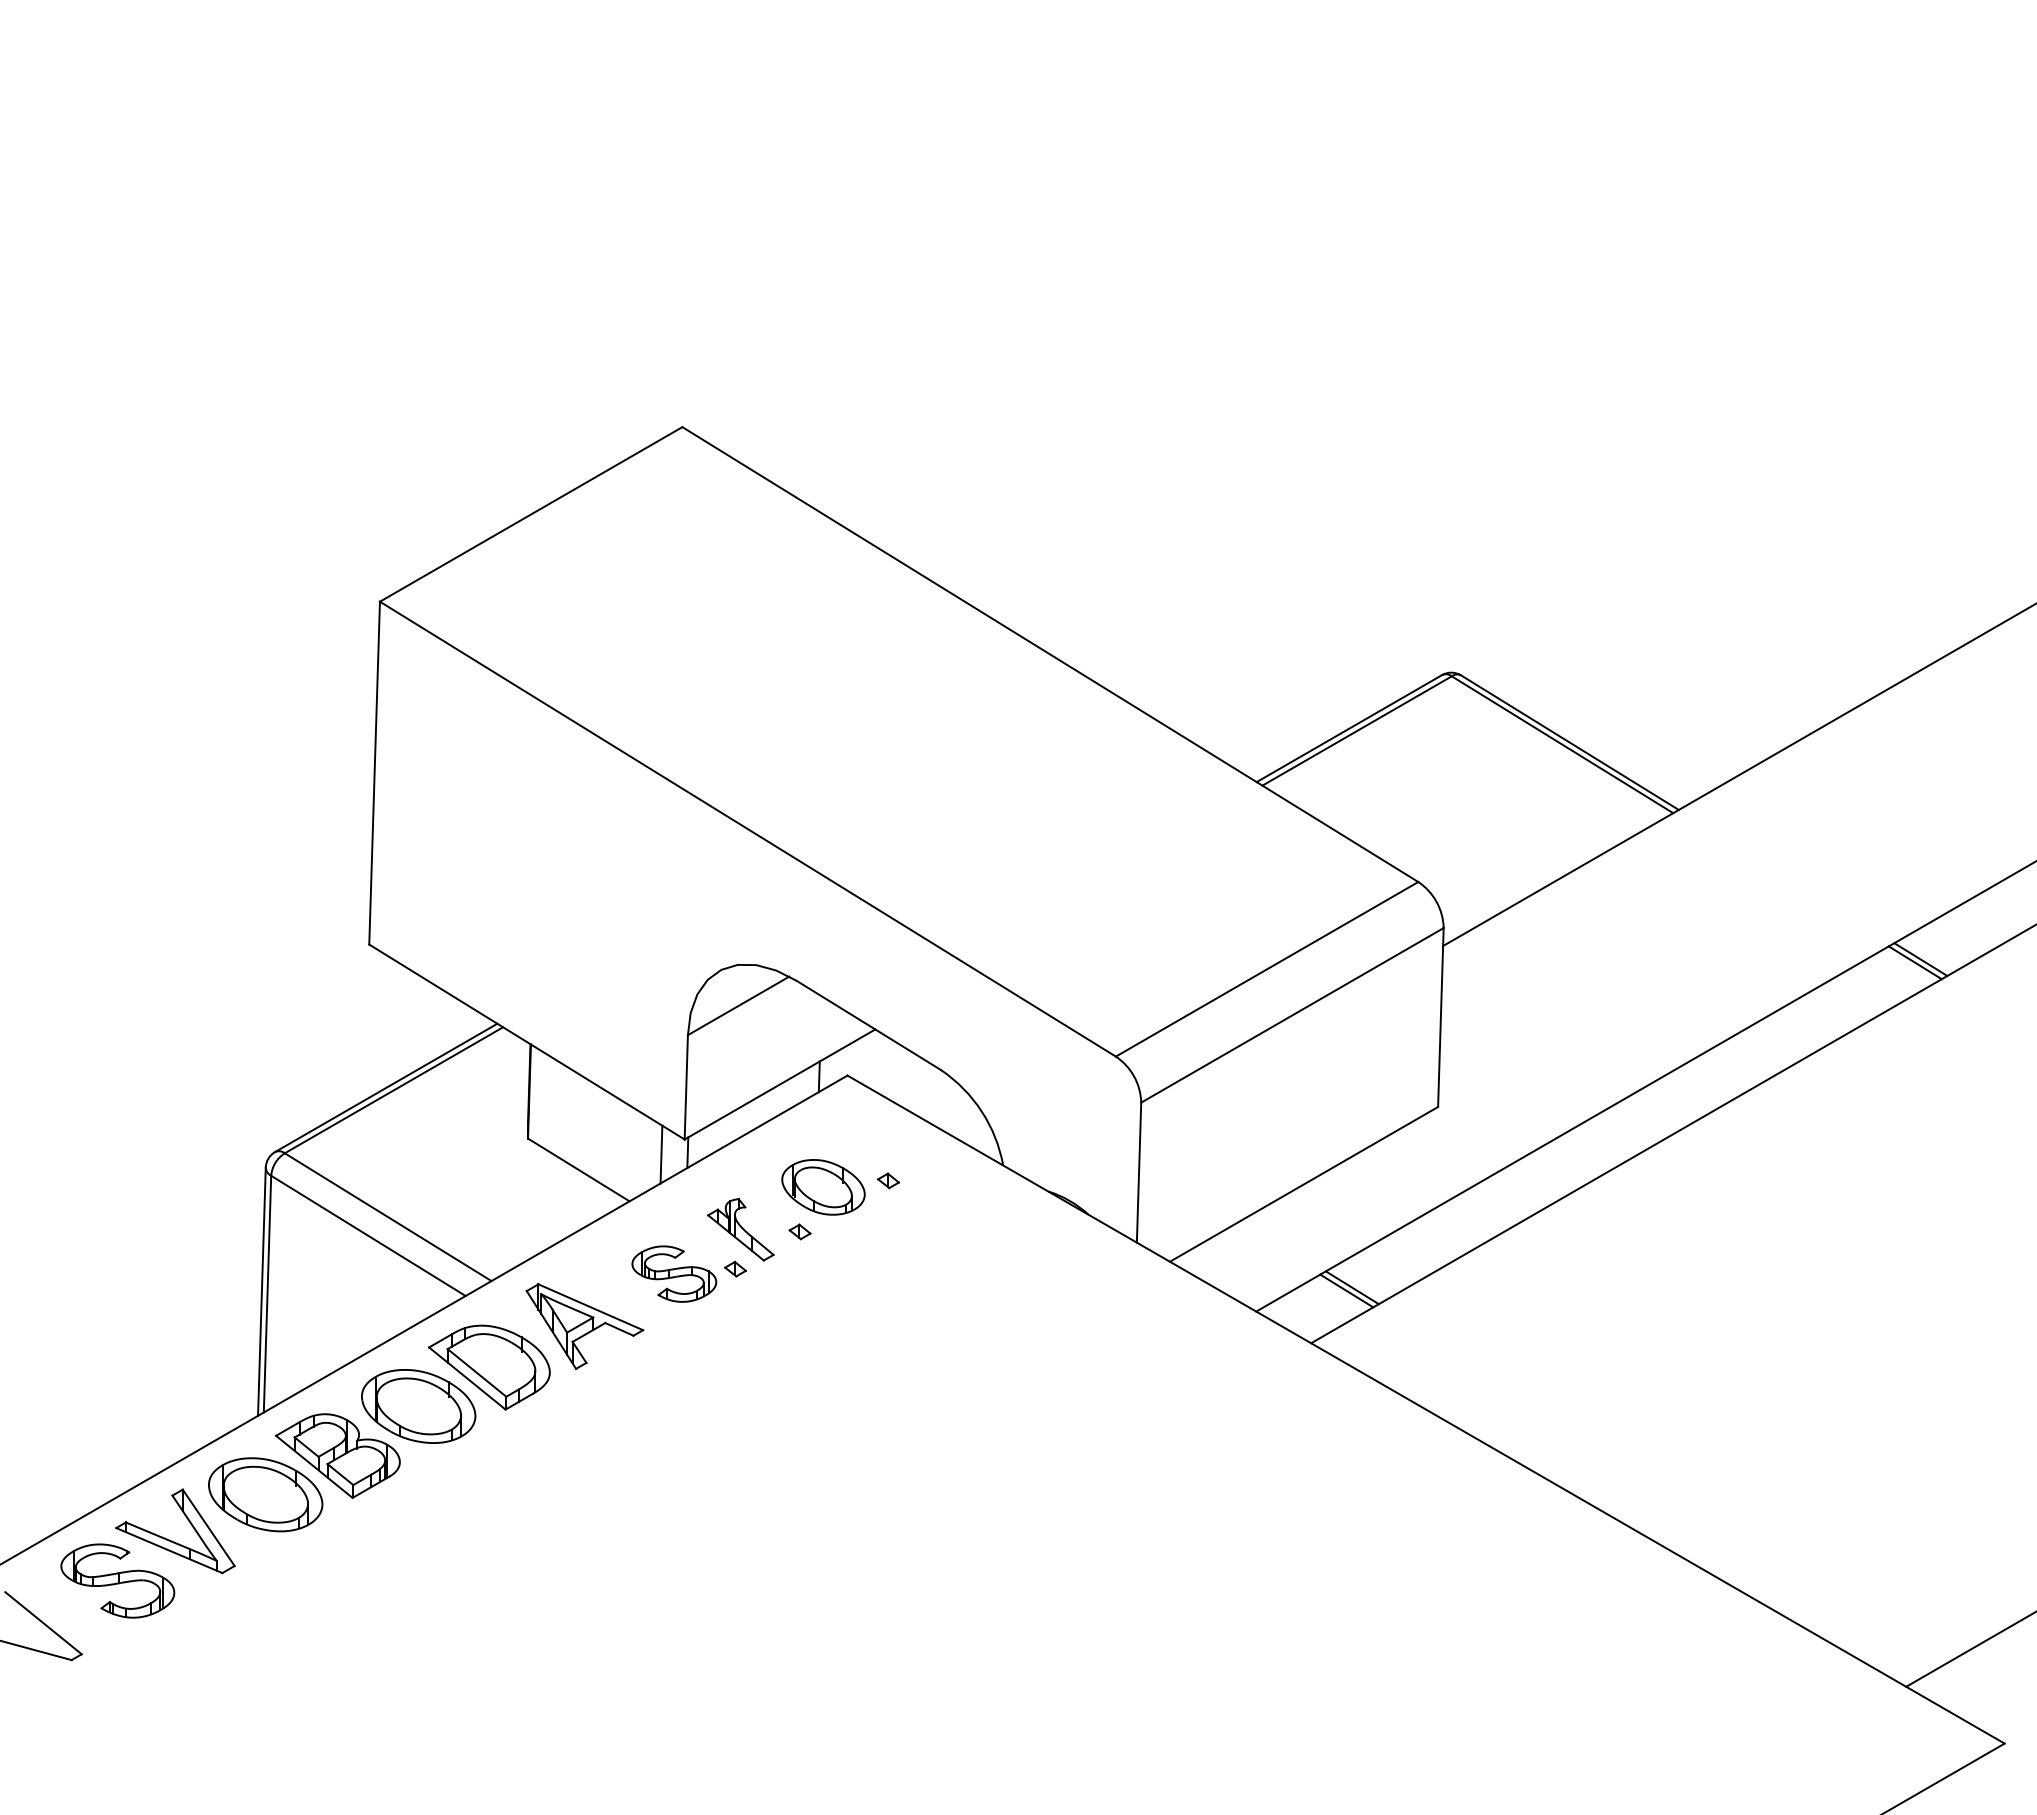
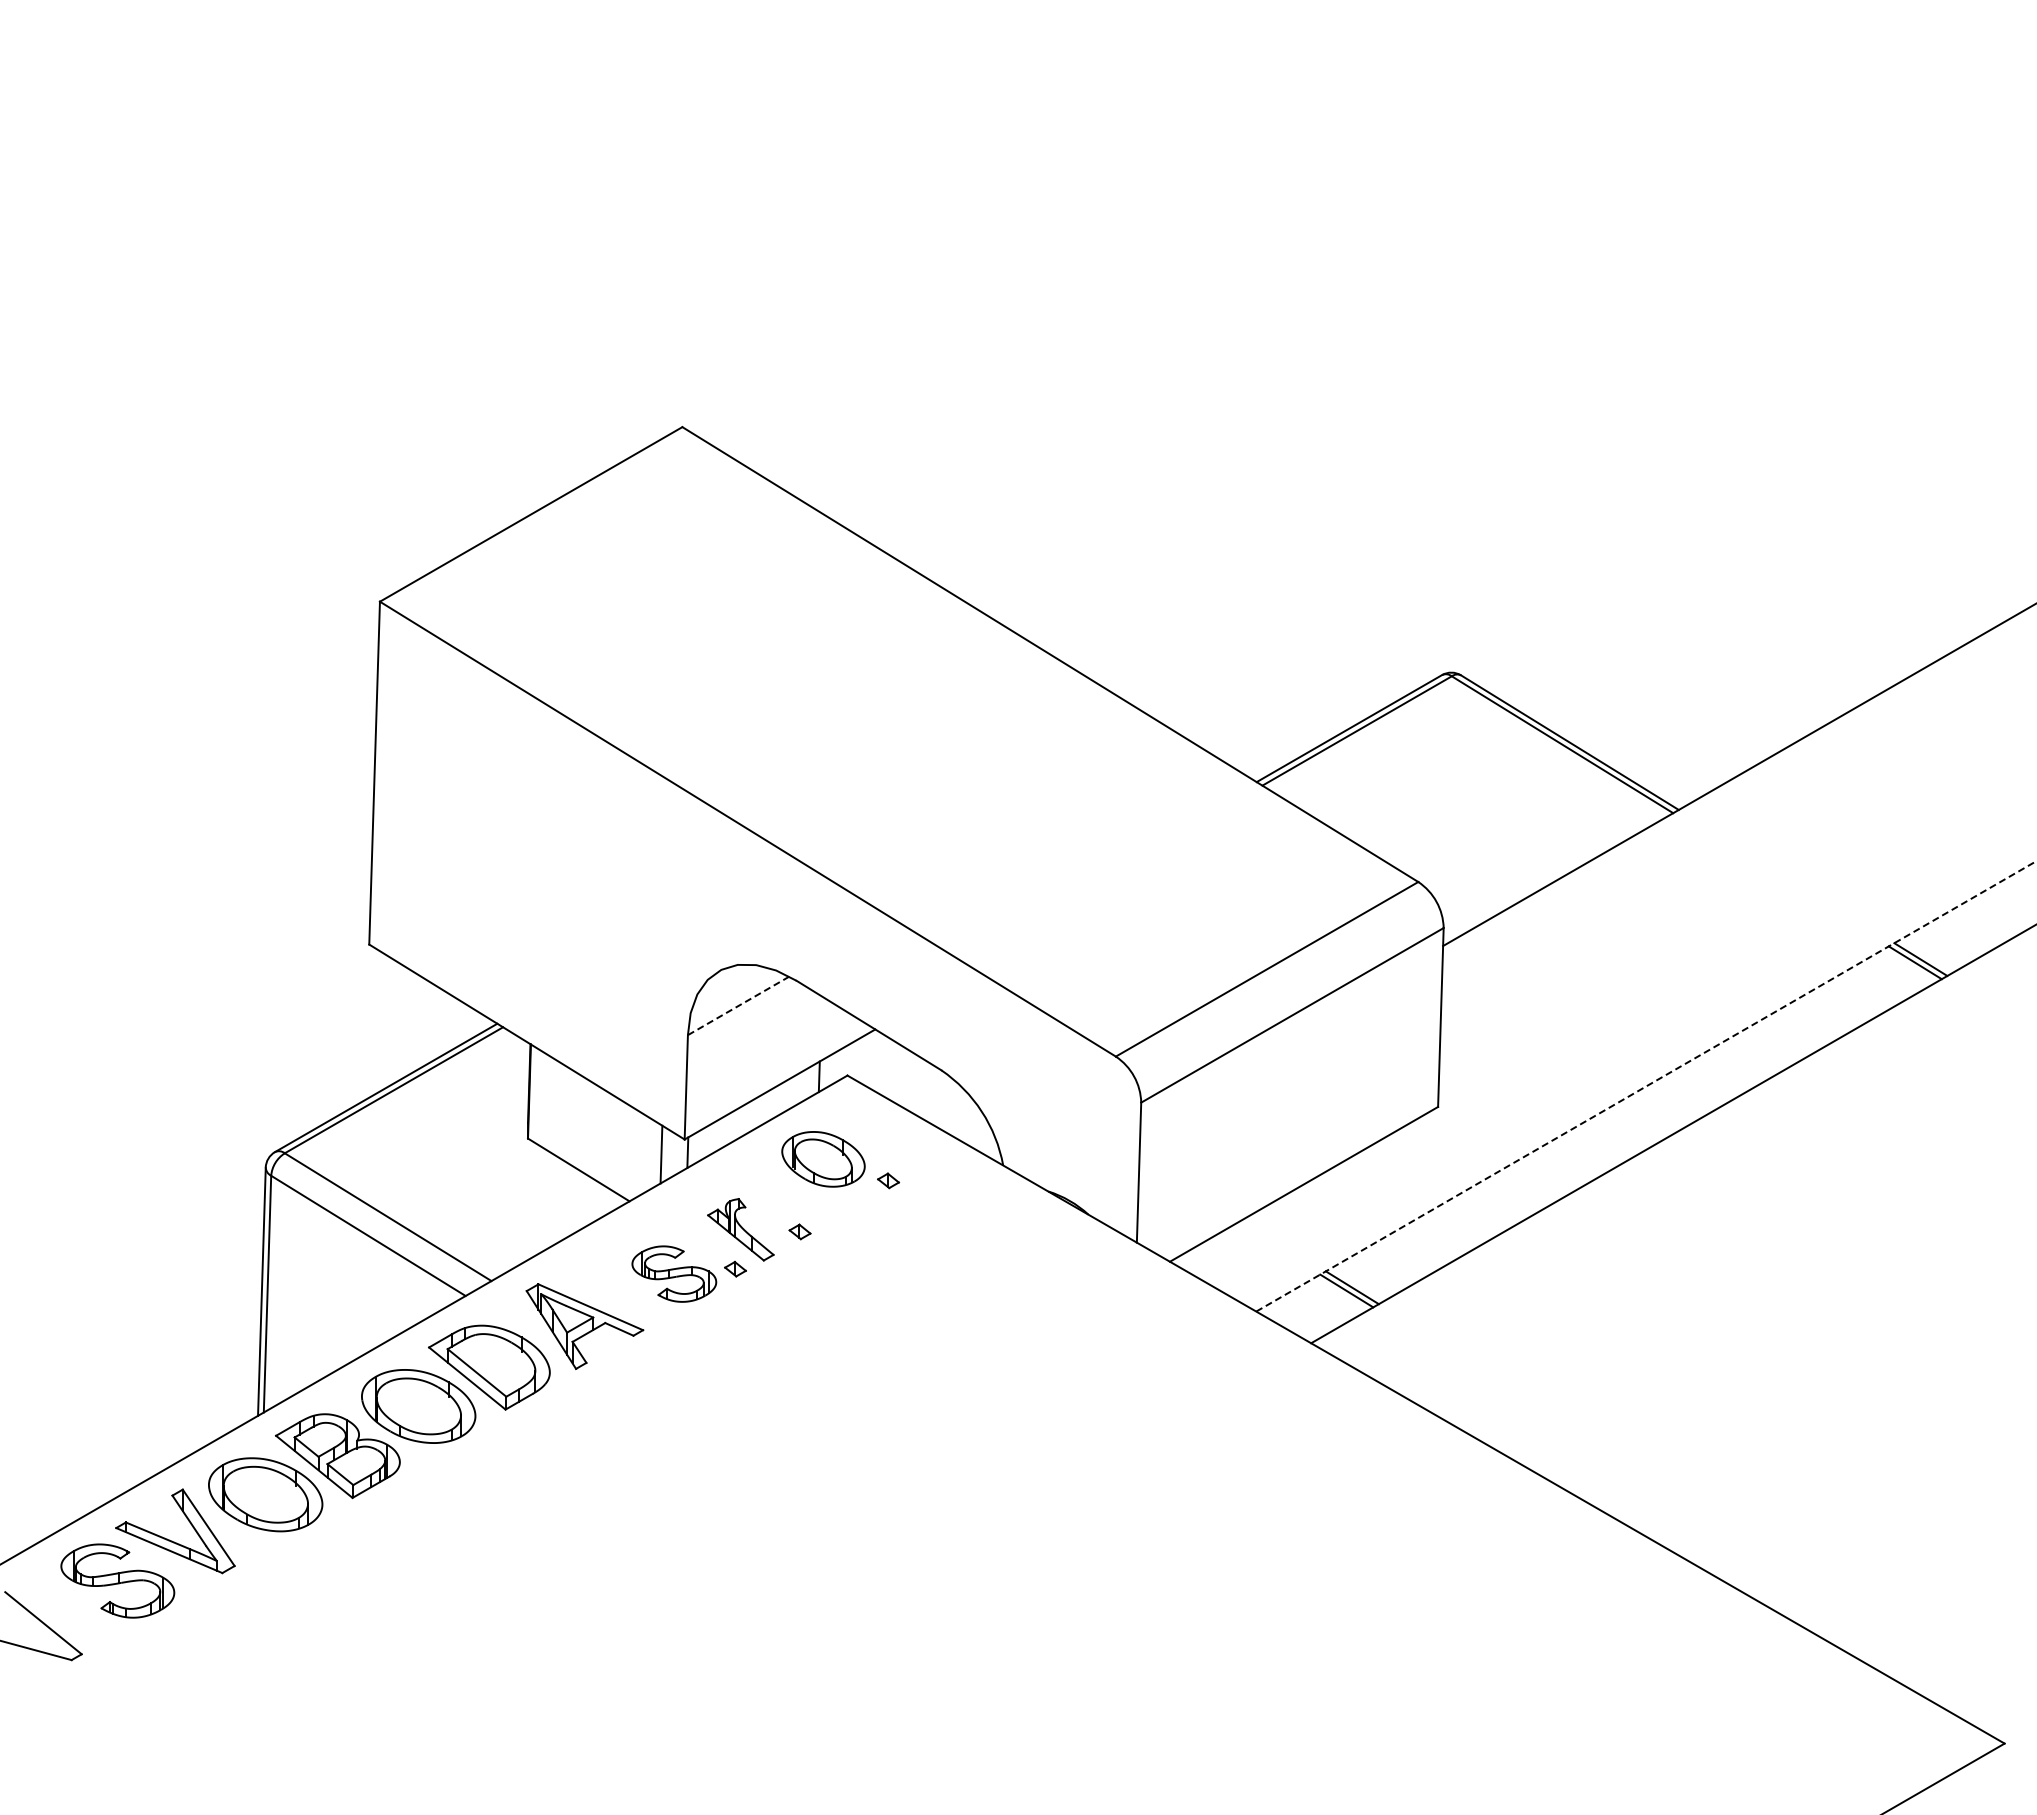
line at (738, 1005): solid -> dashed
line at (1646, 1086): solid -> dashed
part at (823, 1187) position: (823, 1187) -> (823, 1159)
line at (1969, 1649): present -> none
